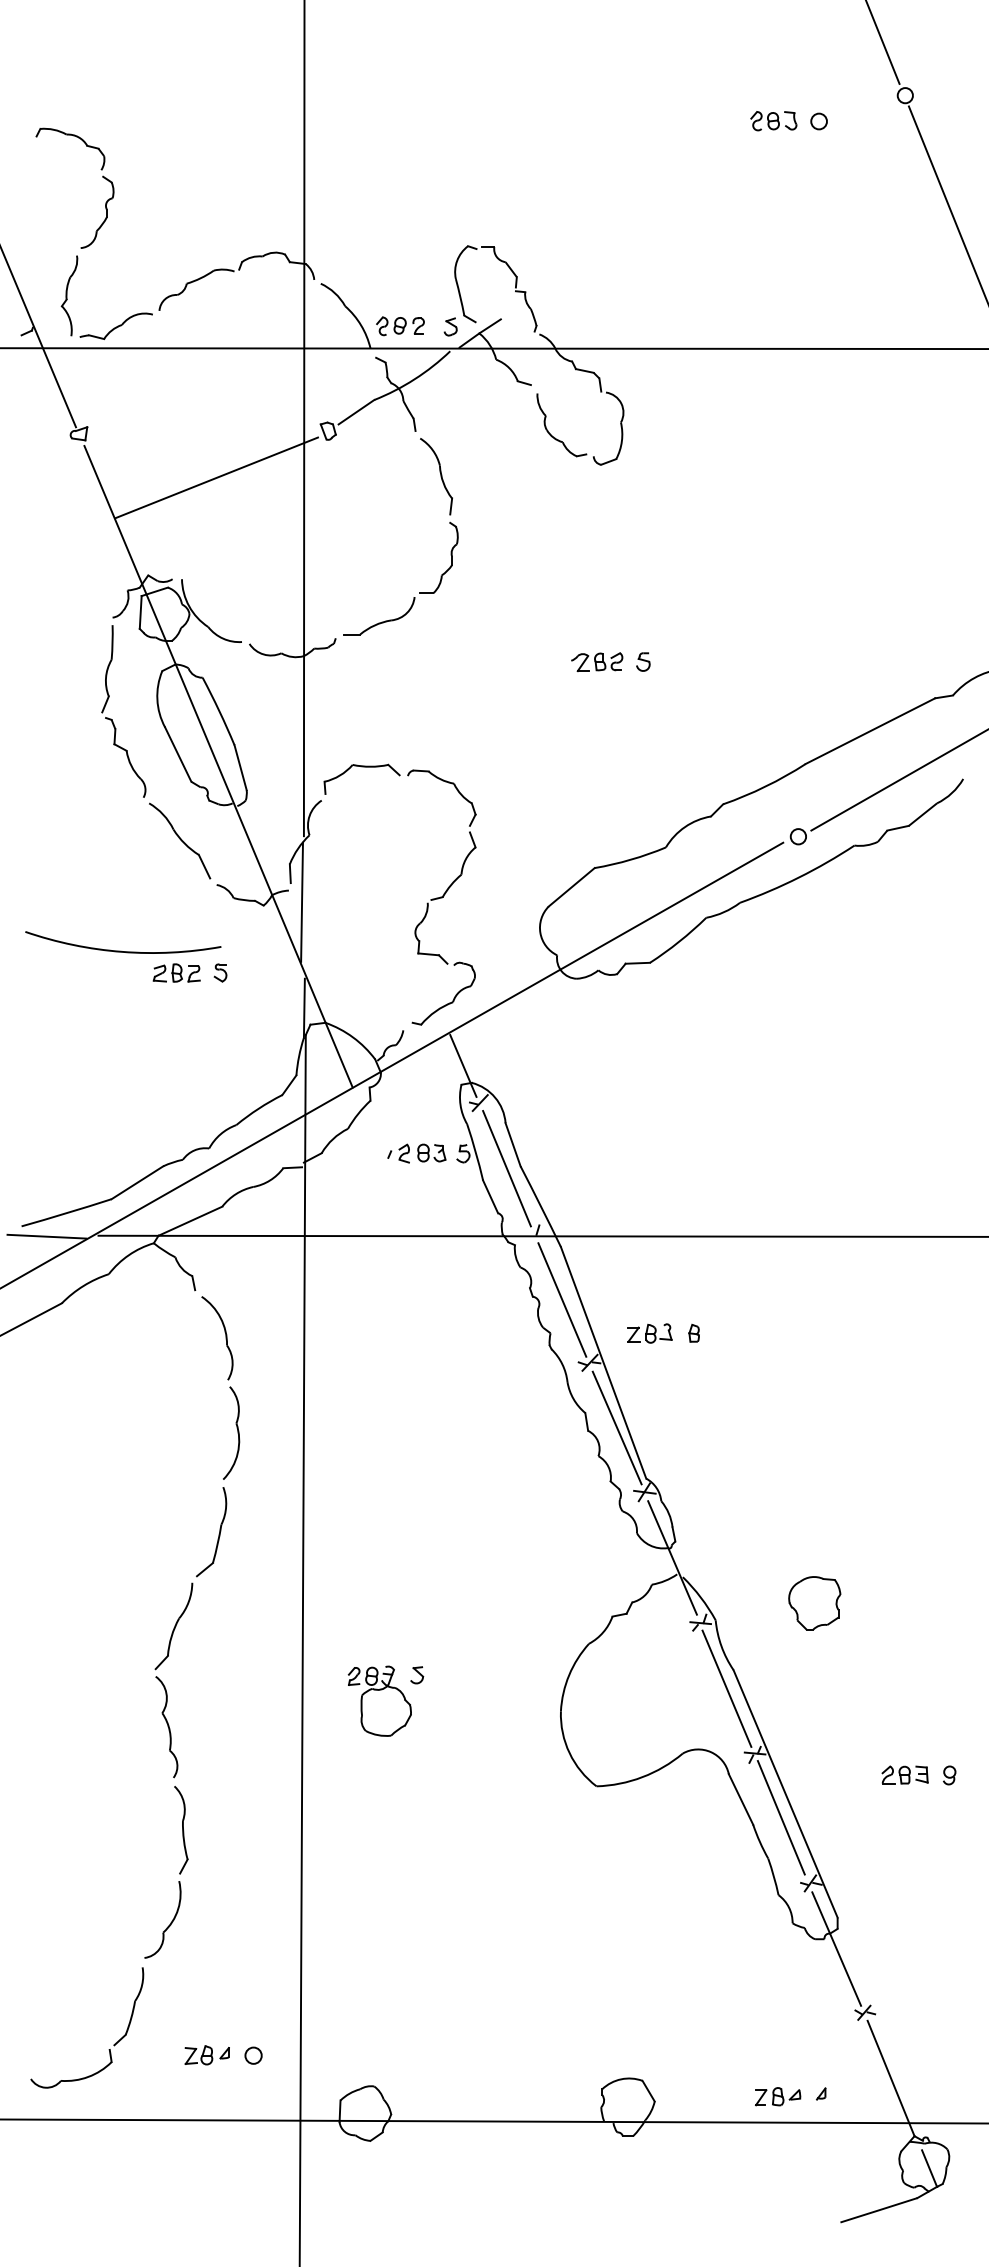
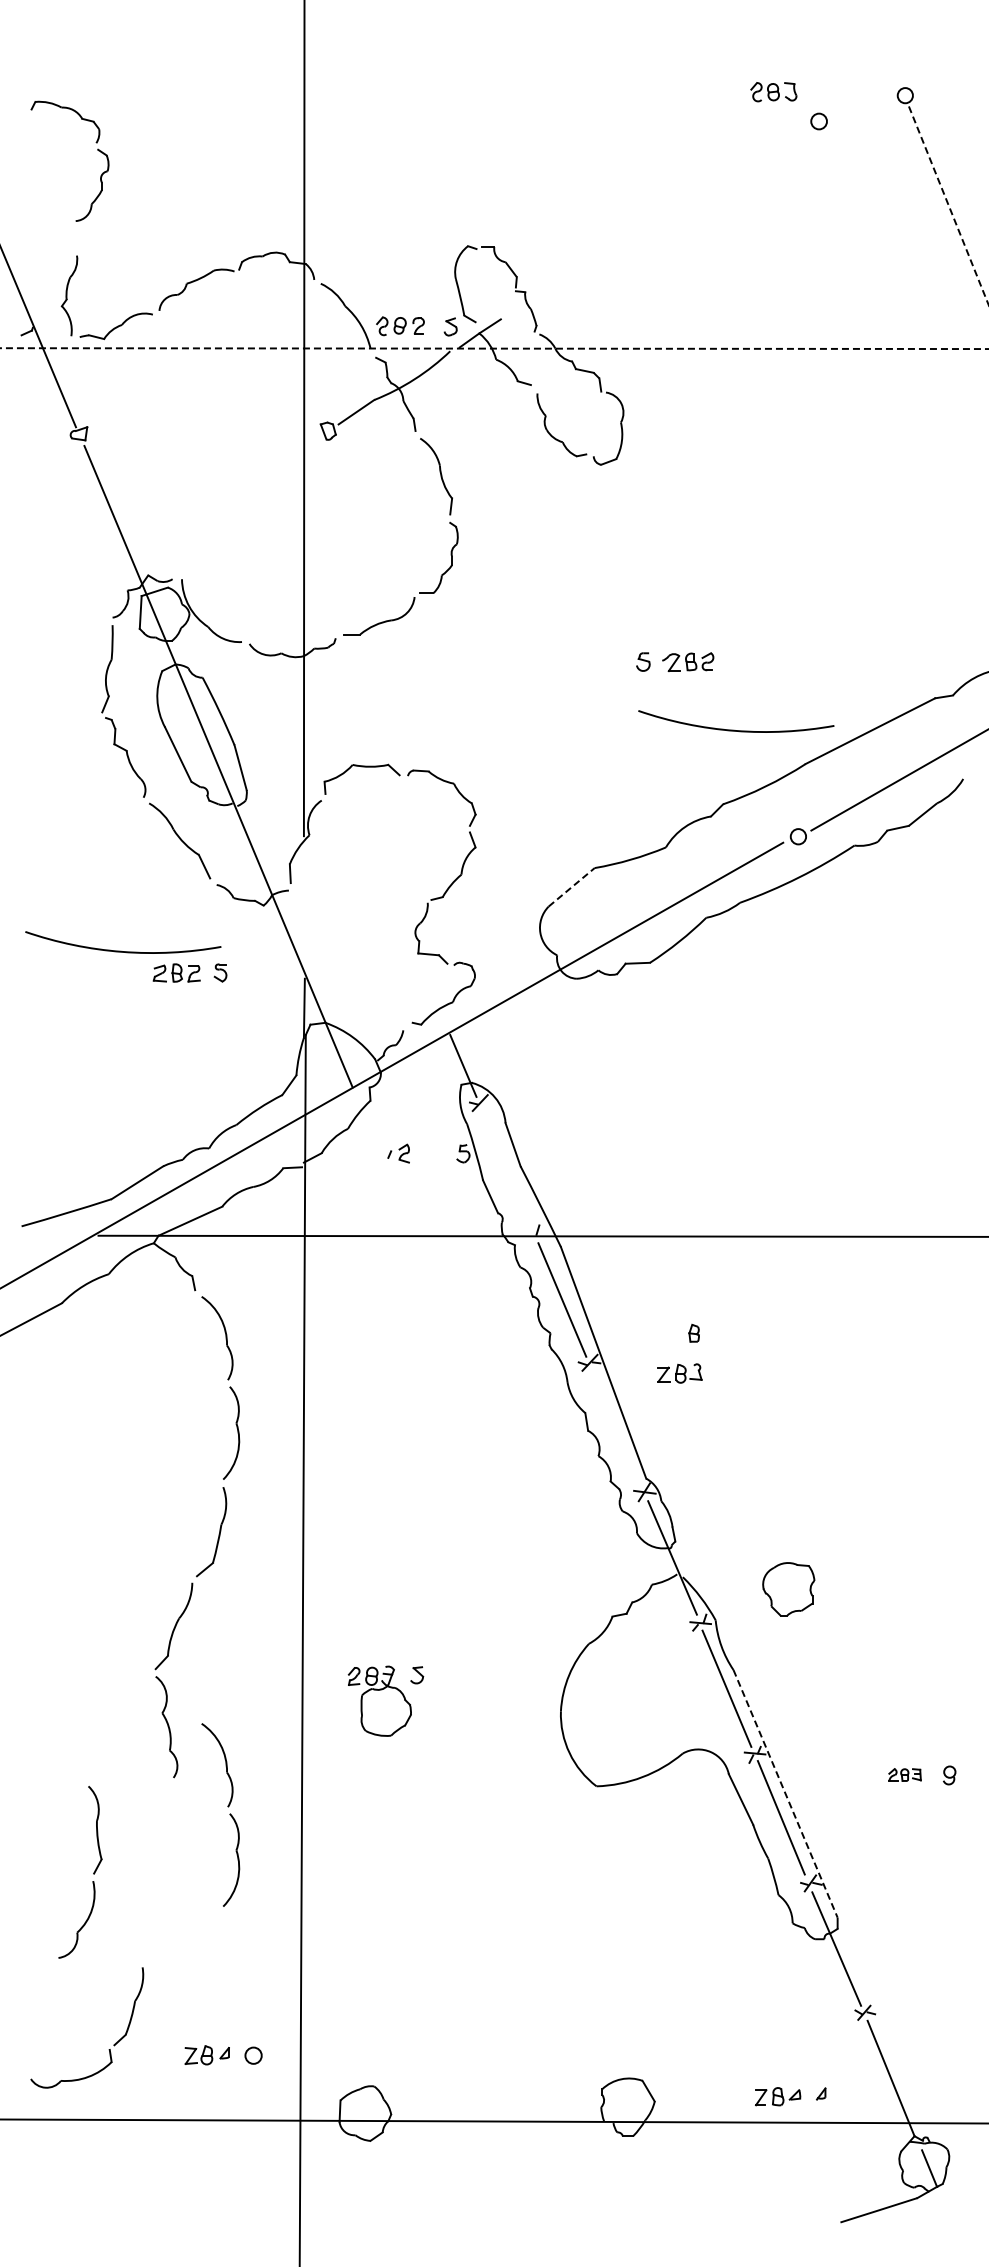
line at (882, 42): present -> none
part at (773, 121) position: (773, 121) -> (773, 92)
part at (102, 177) position: (102, 177) -> (97, 150)
line at (949, 206): solid -> dashed
line at (494, 348): solid -> dashed
line at (216, 477): present -> none
part at (597, 661) position: (597, 661) -> (688, 661)
arc at (734, 729): none -> present
line at (571, 887): solid -> dashed
line at (302, 901): present -> none
part at (431, 1152): present -> none
line at (506, 1168): present -> none
line at (46, 1236): present -> none
part at (649, 1333) position: (649, 1333) -> (679, 1373)
line at (616, 1427): present -> none
part at (814, 1603) position: (814, 1603) -> (788, 1589)
part at (904, 1774) size: 48x20 px -> 34x14 px
line at (785, 1794): solid -> dashed
part at (229, 1814): none -> present
part at (179, 1872) position: (179, 1872) -> (93, 1872)
